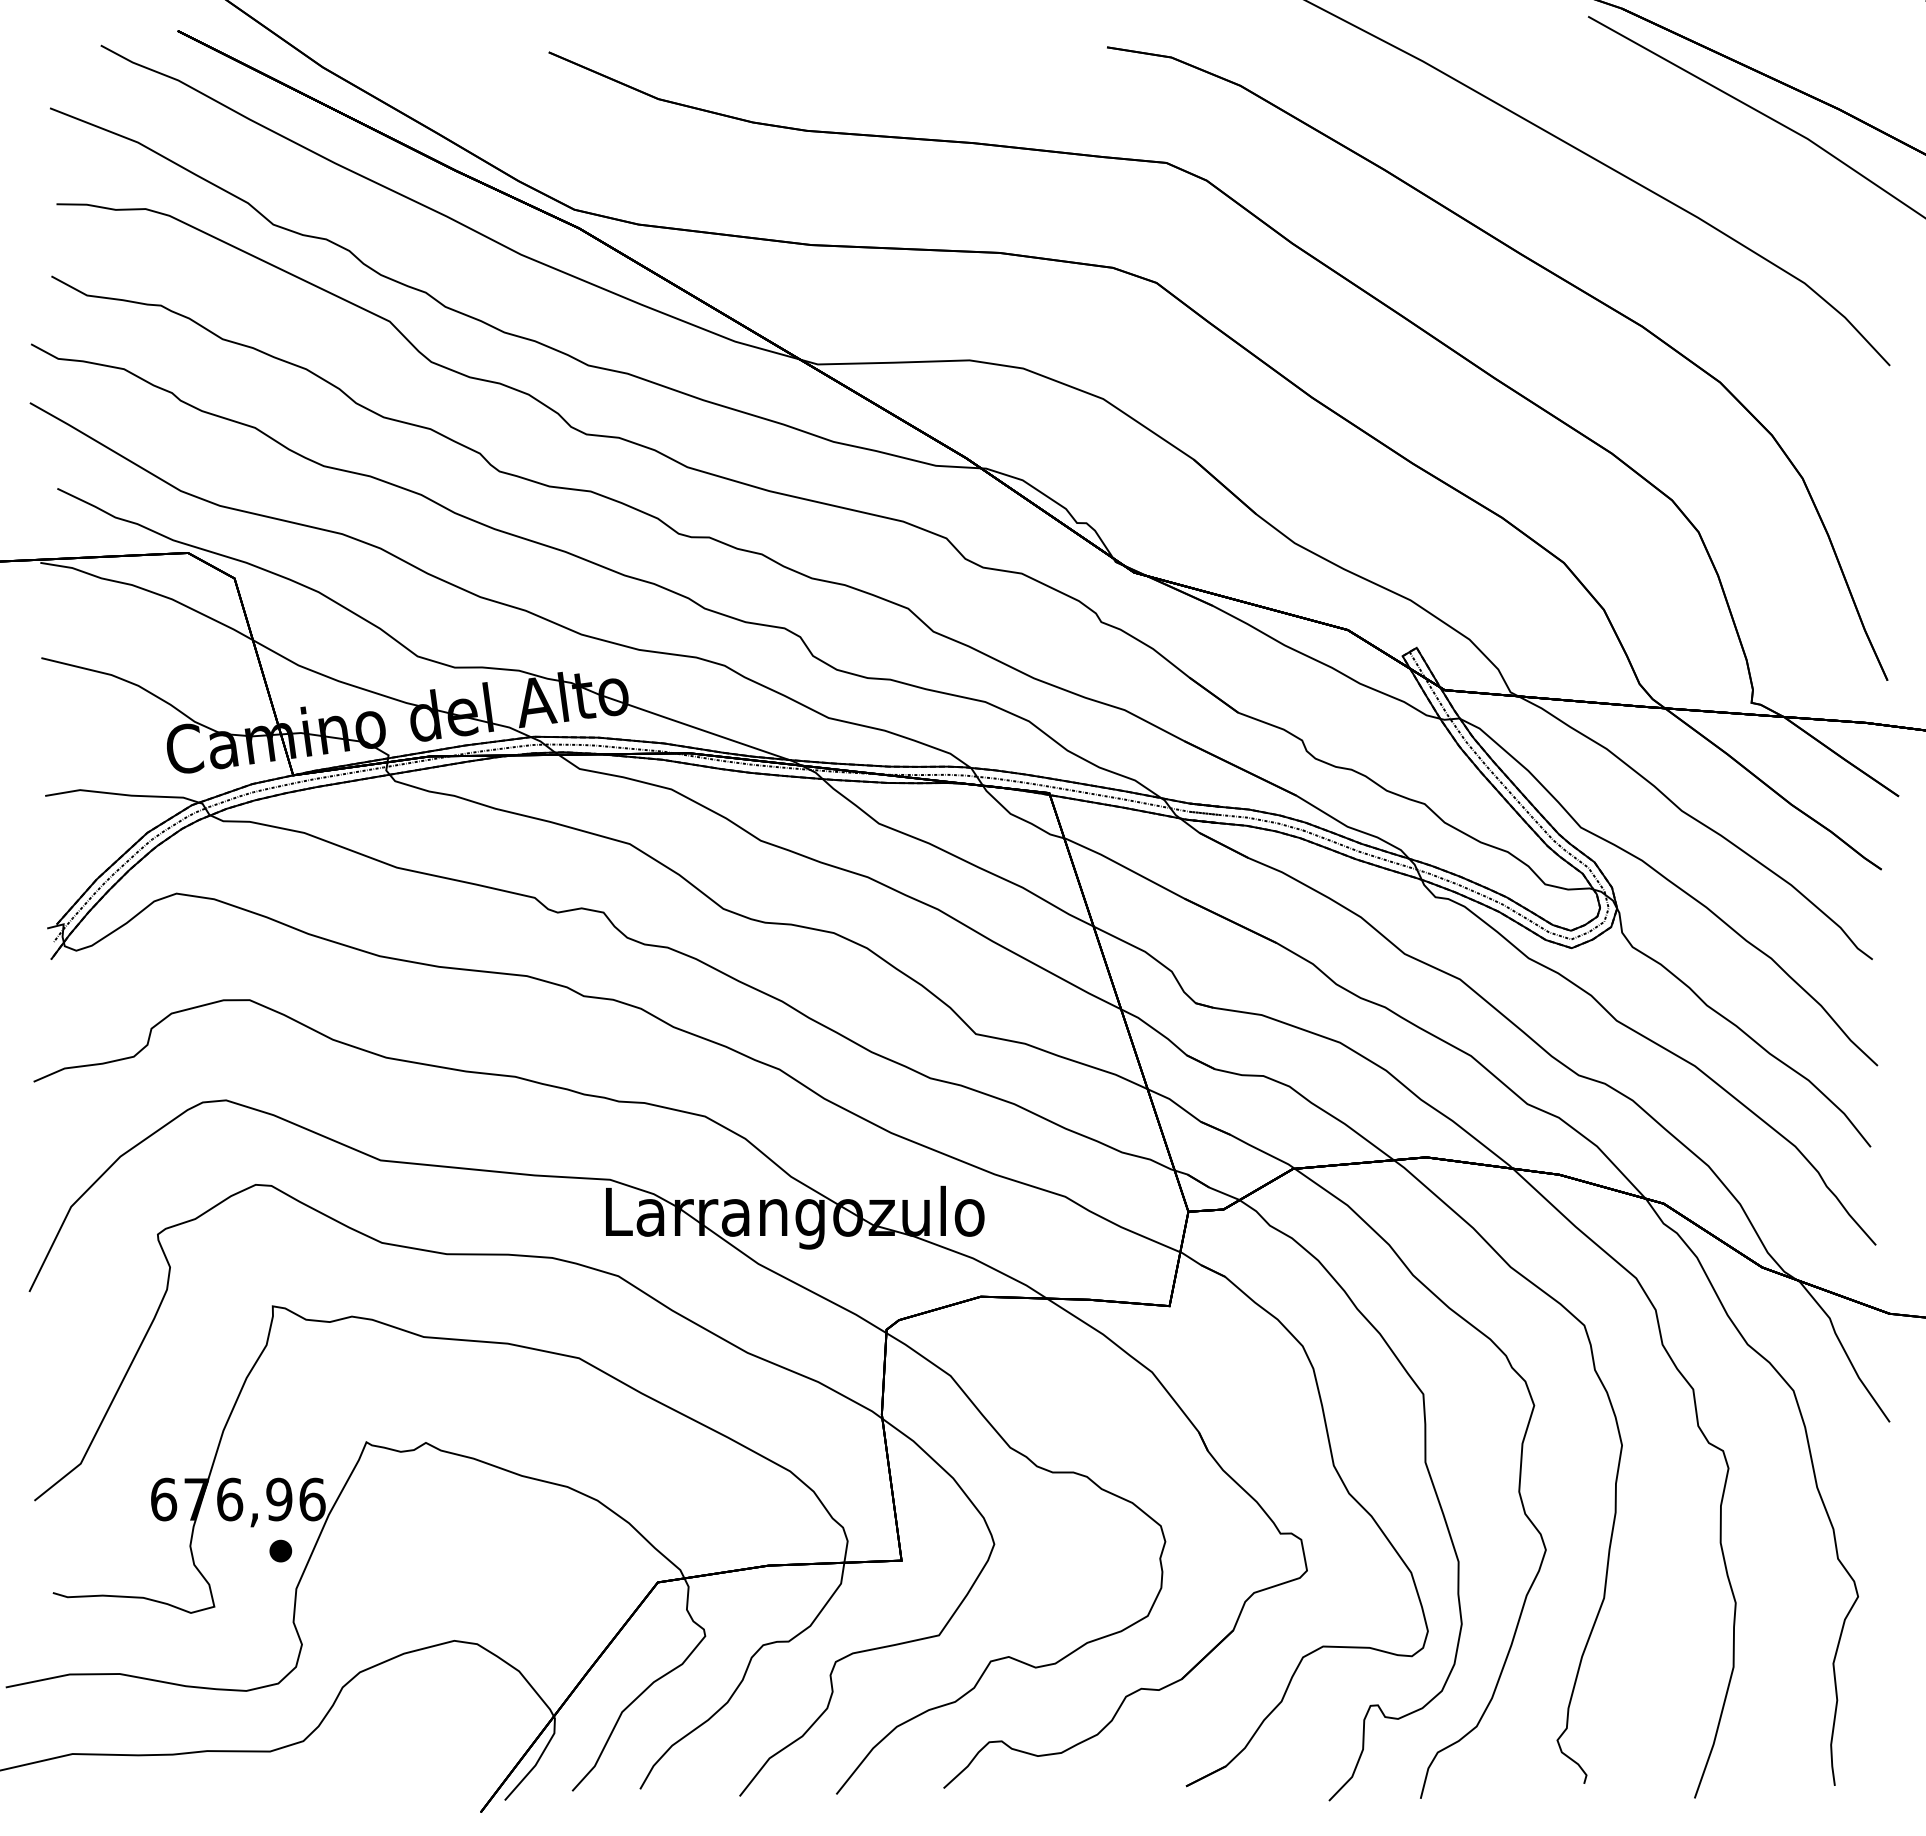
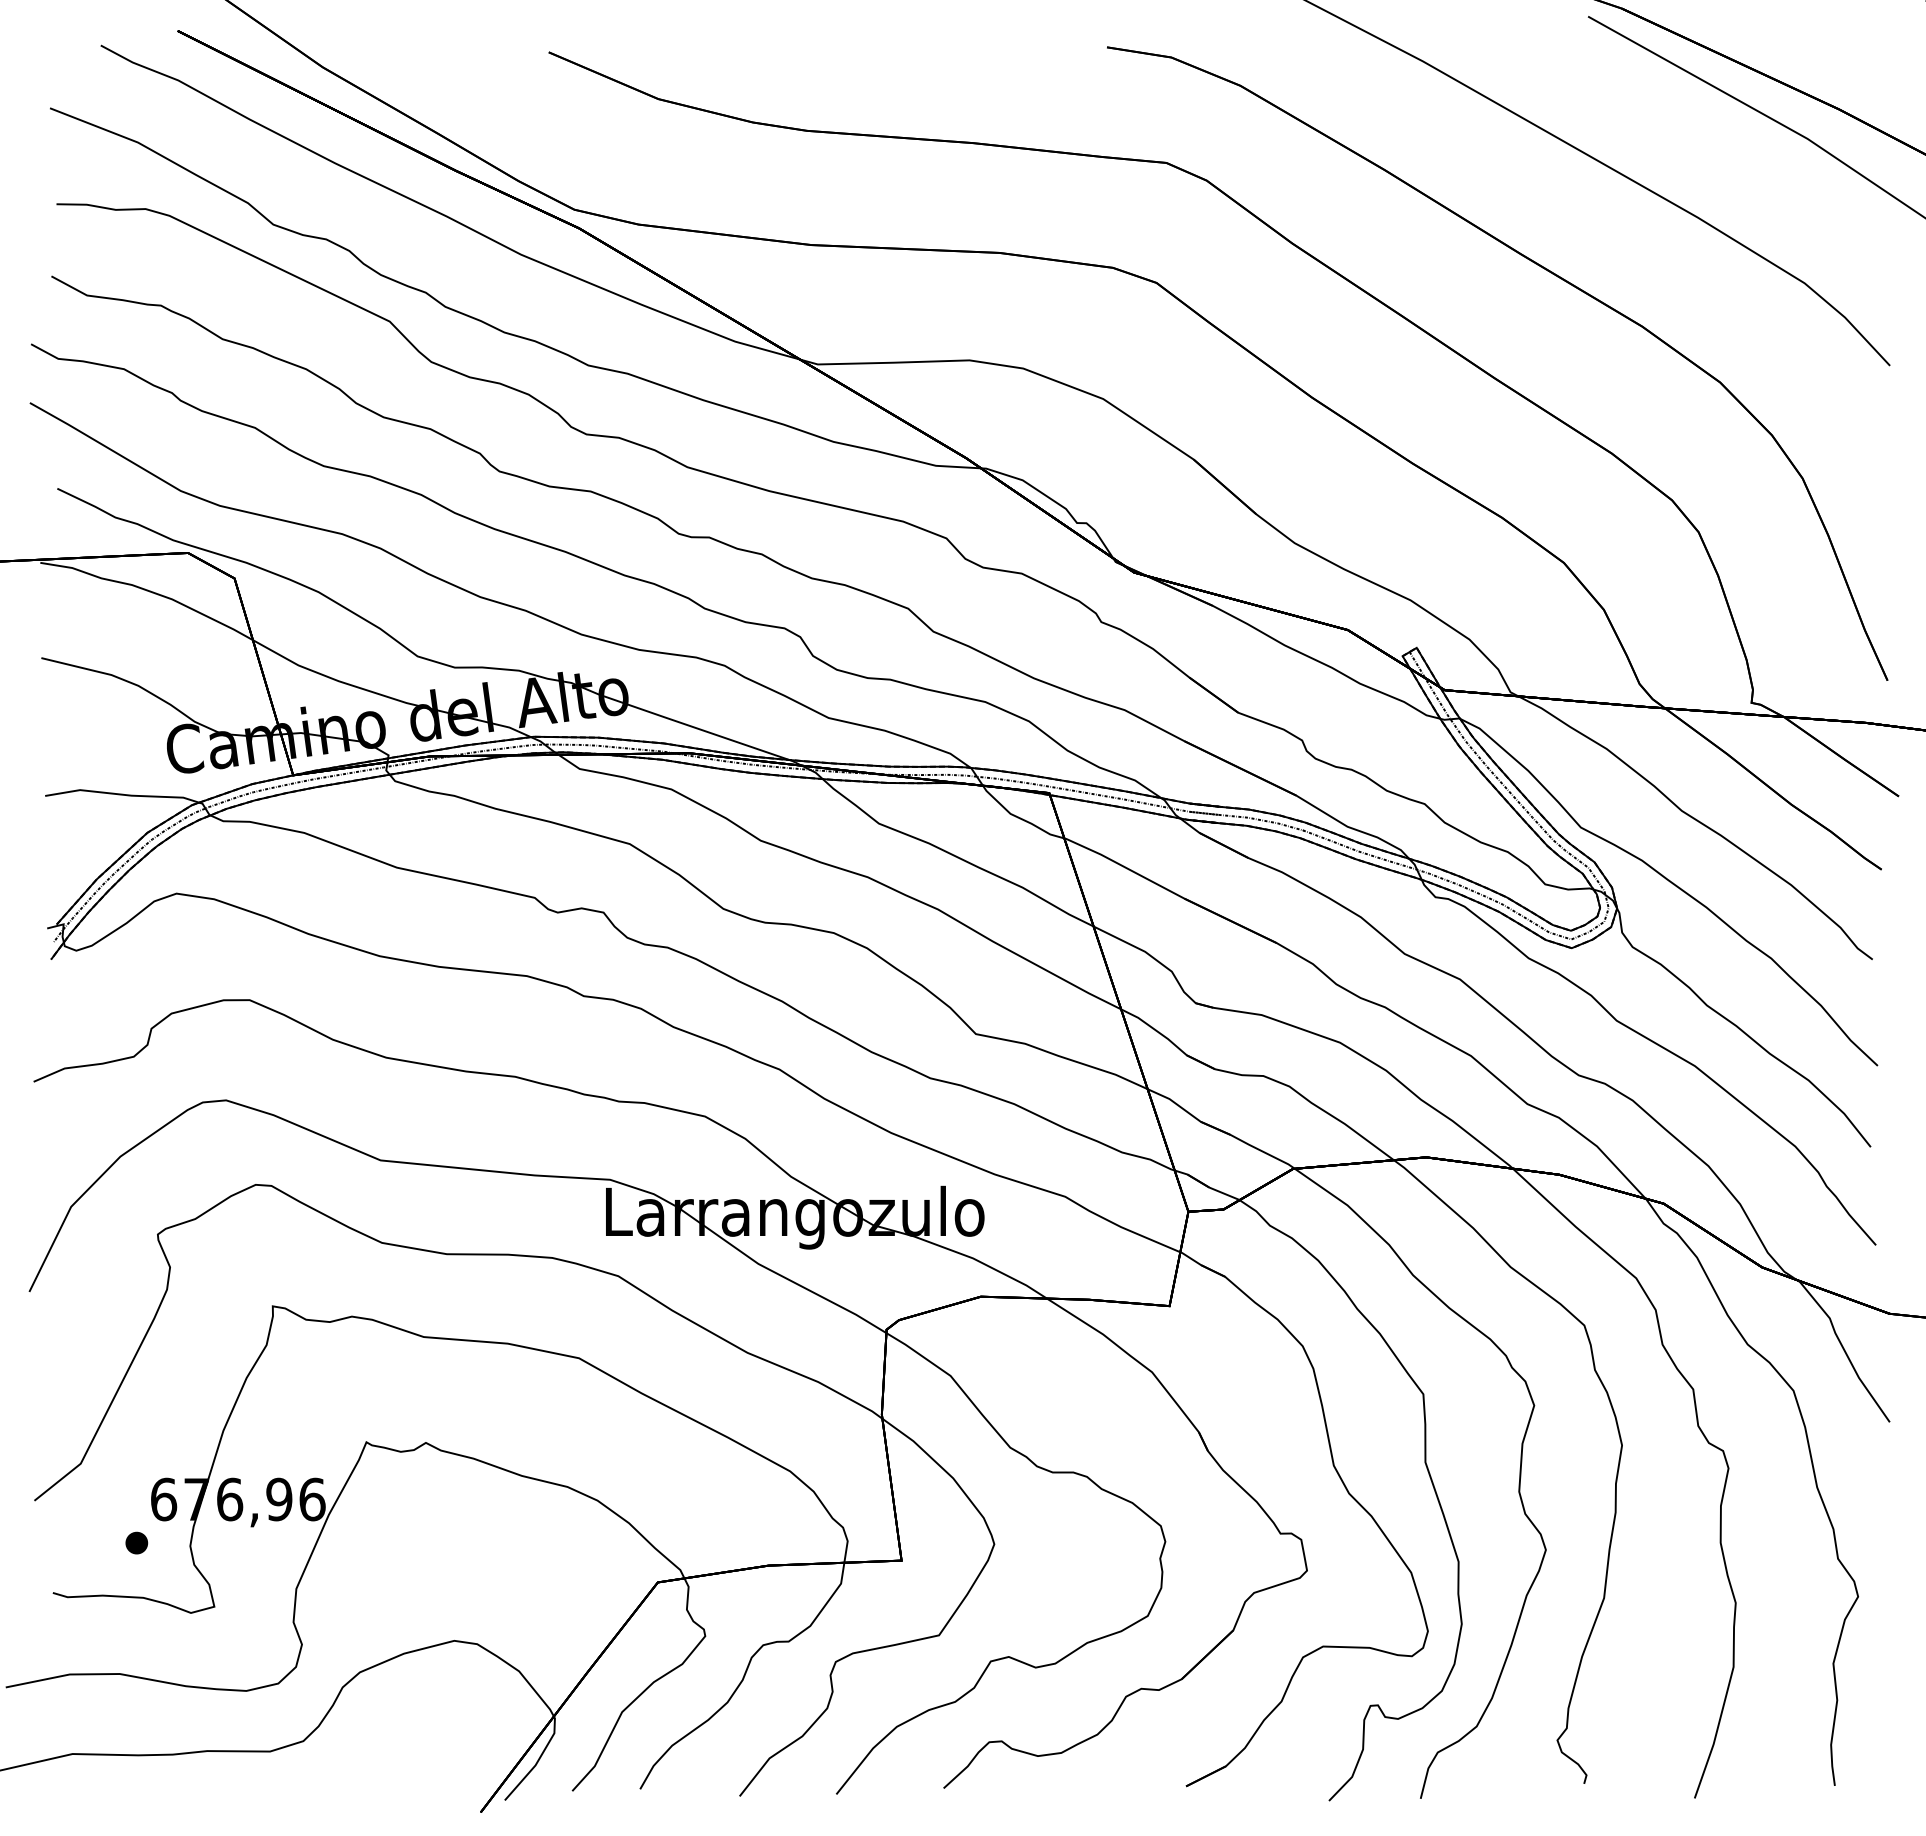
part at (280, 1550) position: (280, 1550) -> (136, 1542)
